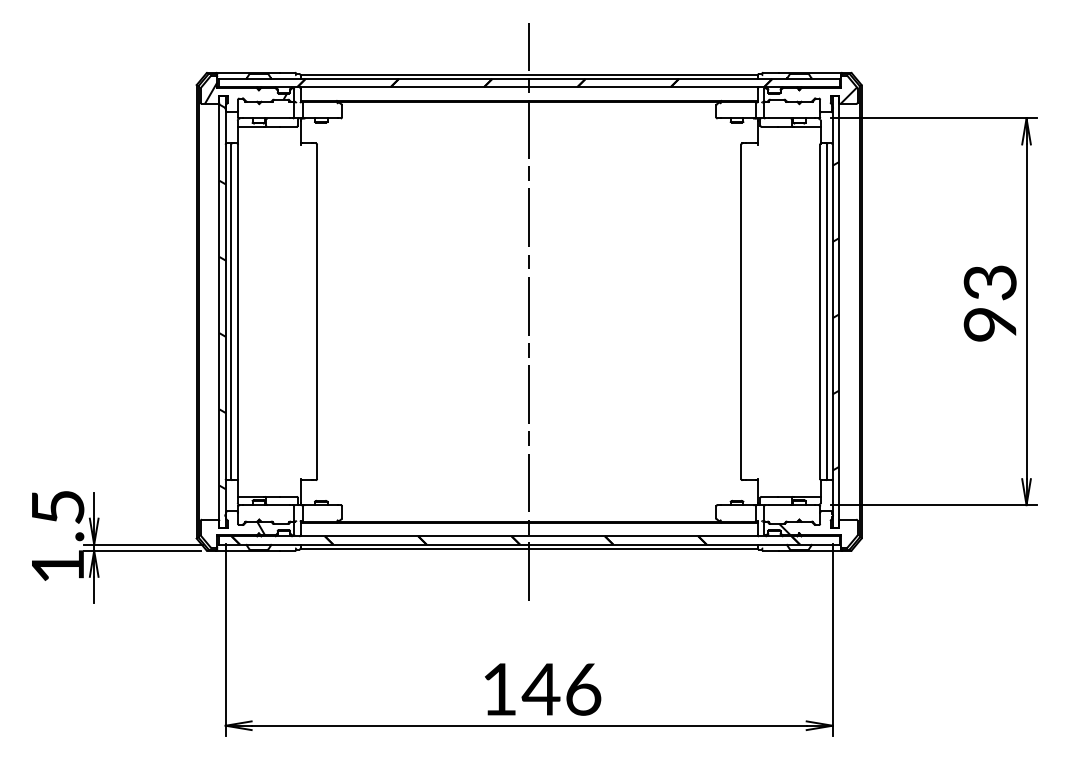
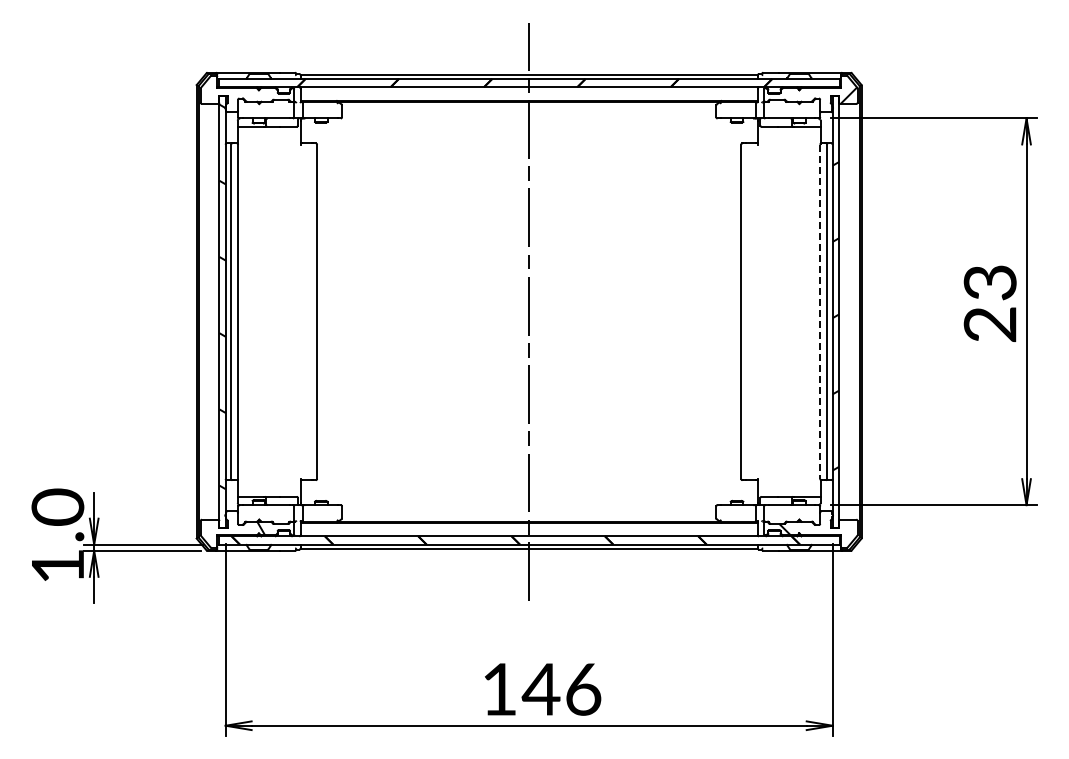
hatch at (245, 92): present -> none
line at (820, 312): solid -> dashed
text at (990, 324): 93 -> 23
text at (57, 506): 1.5 -> 1.0
